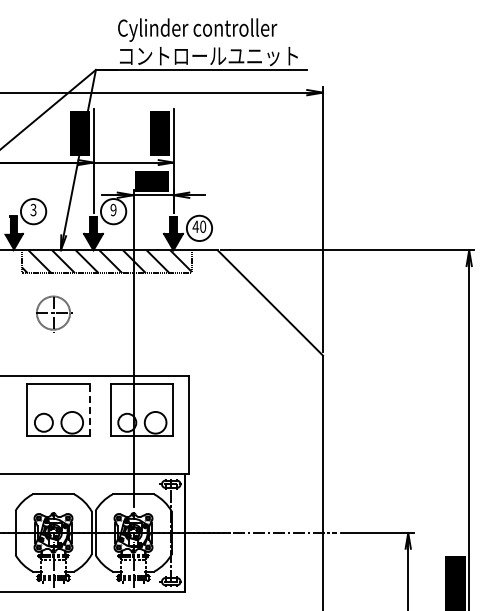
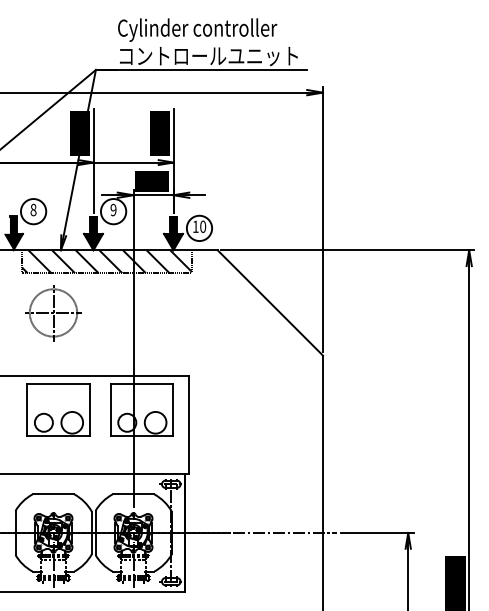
text at (33, 210): 3 -> 8
text at (195, 226): 40 -> 10
part at (54, 313) size: 37x38 px -> 57x57 px
line at (89, 409): dashed -> solid
